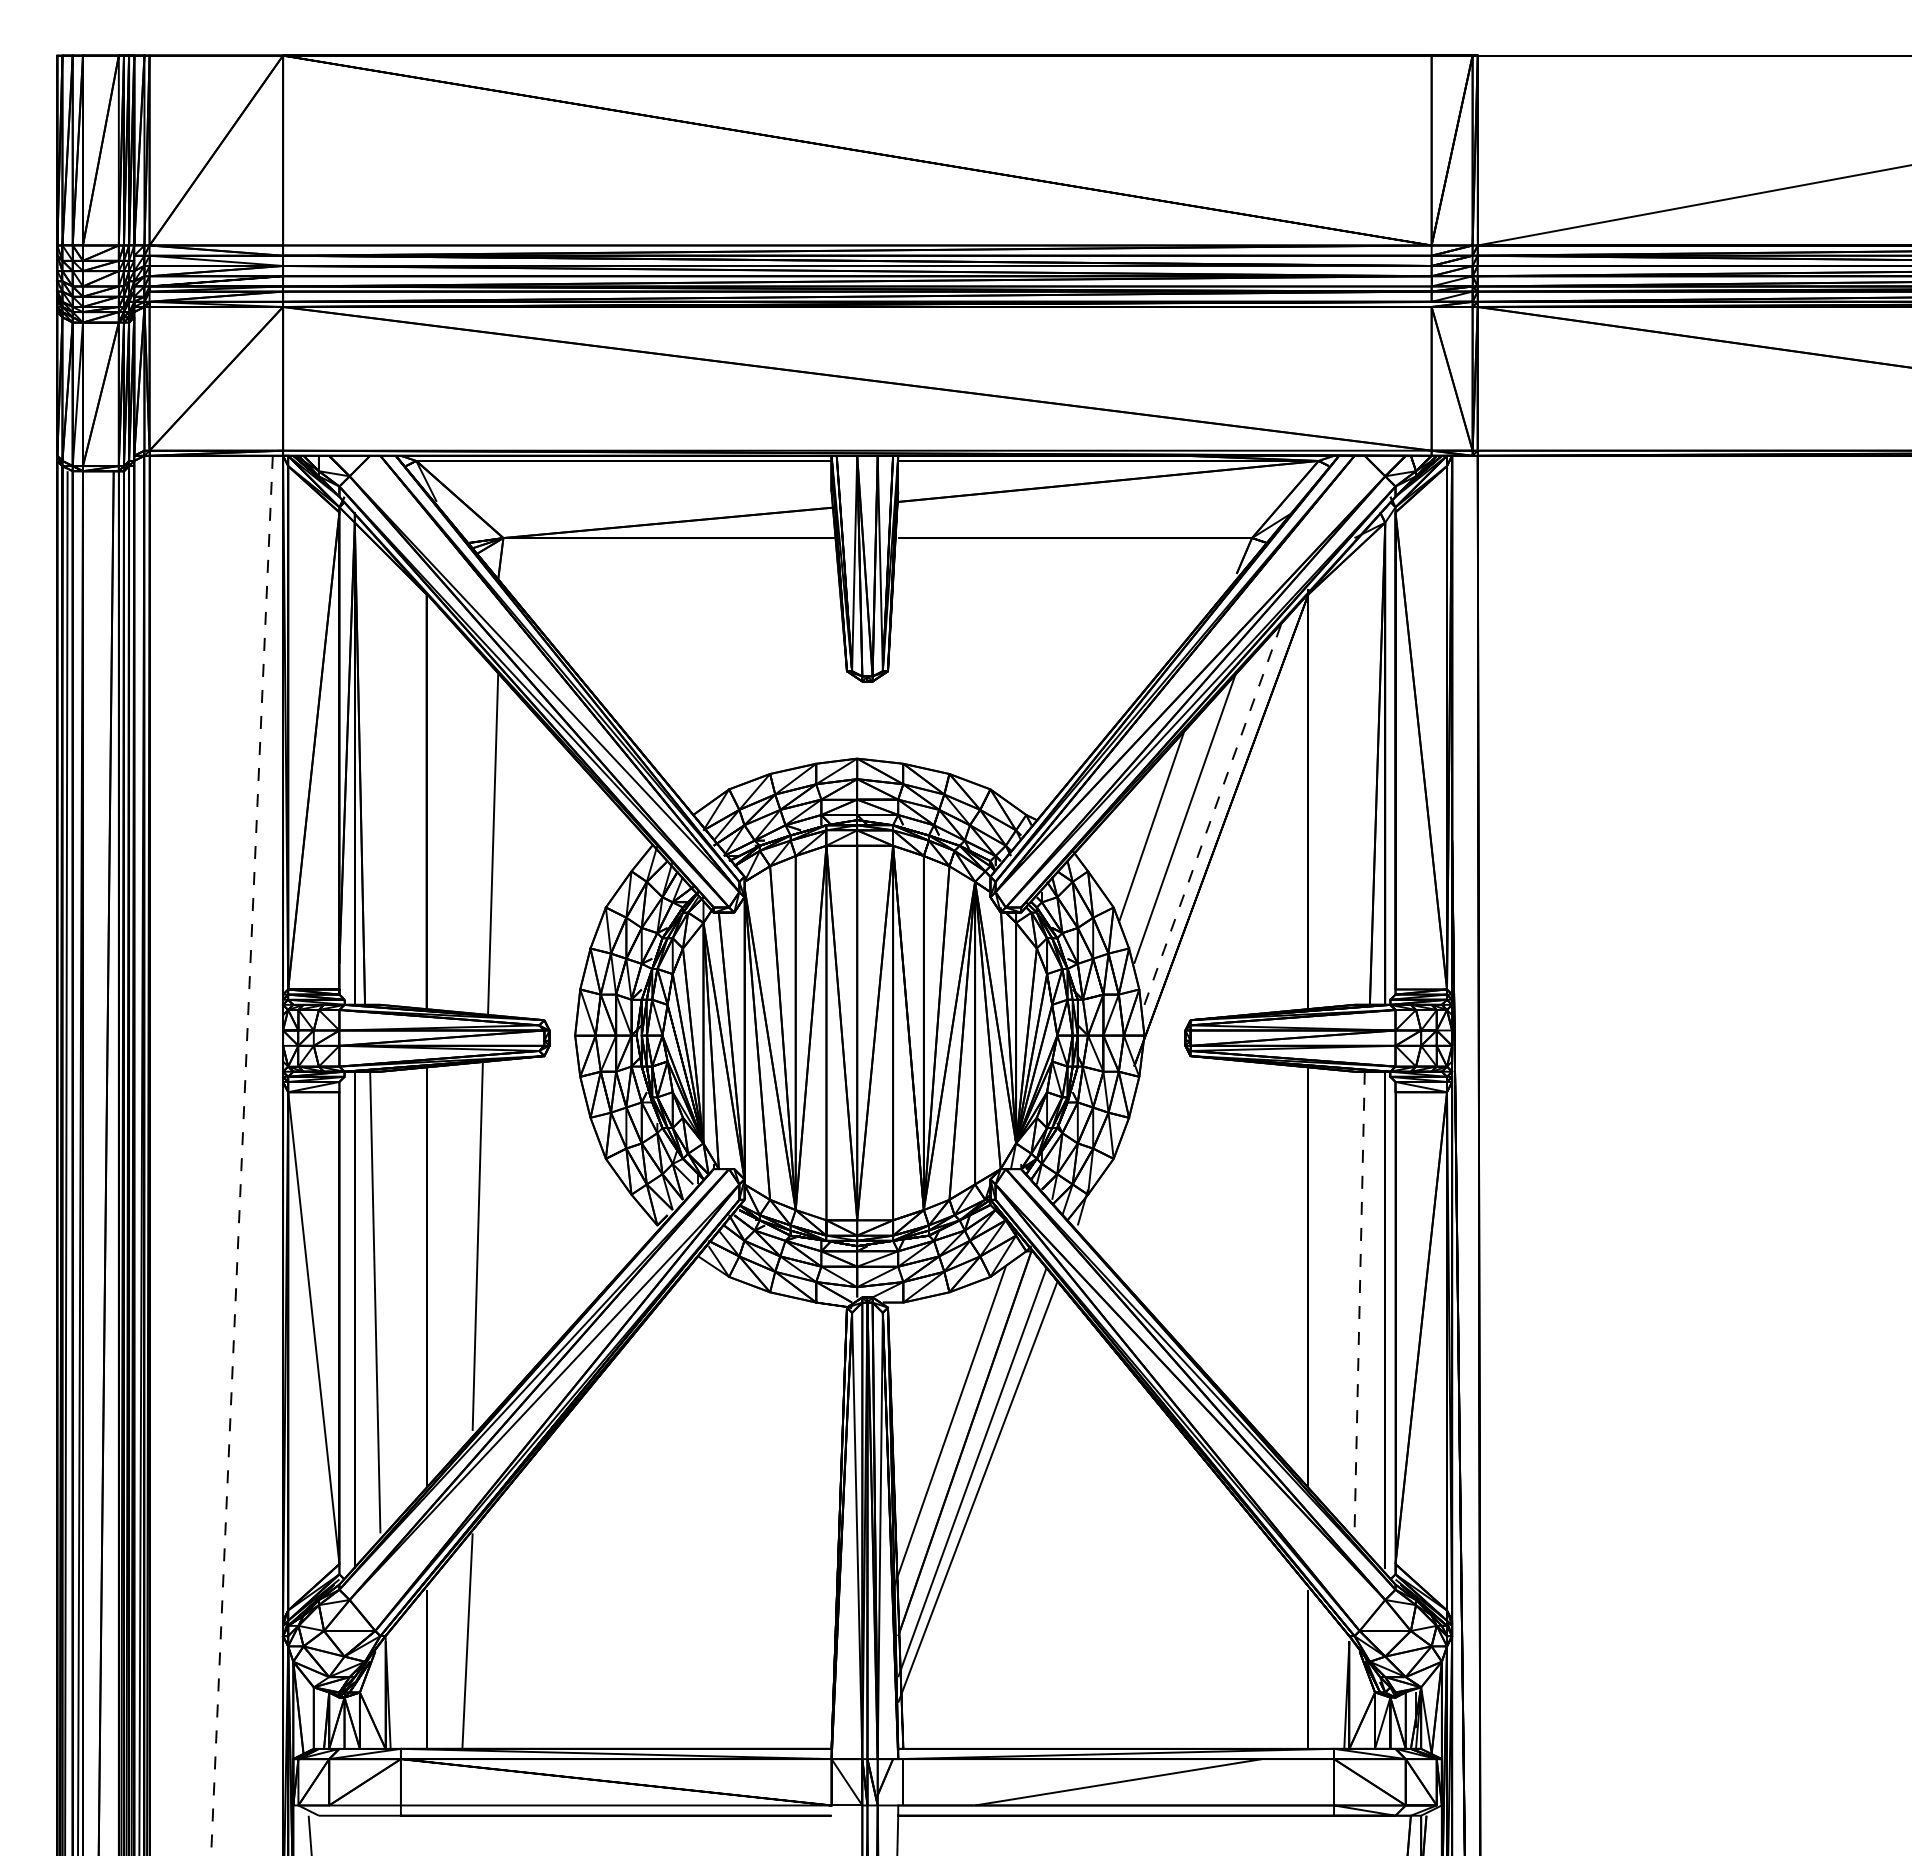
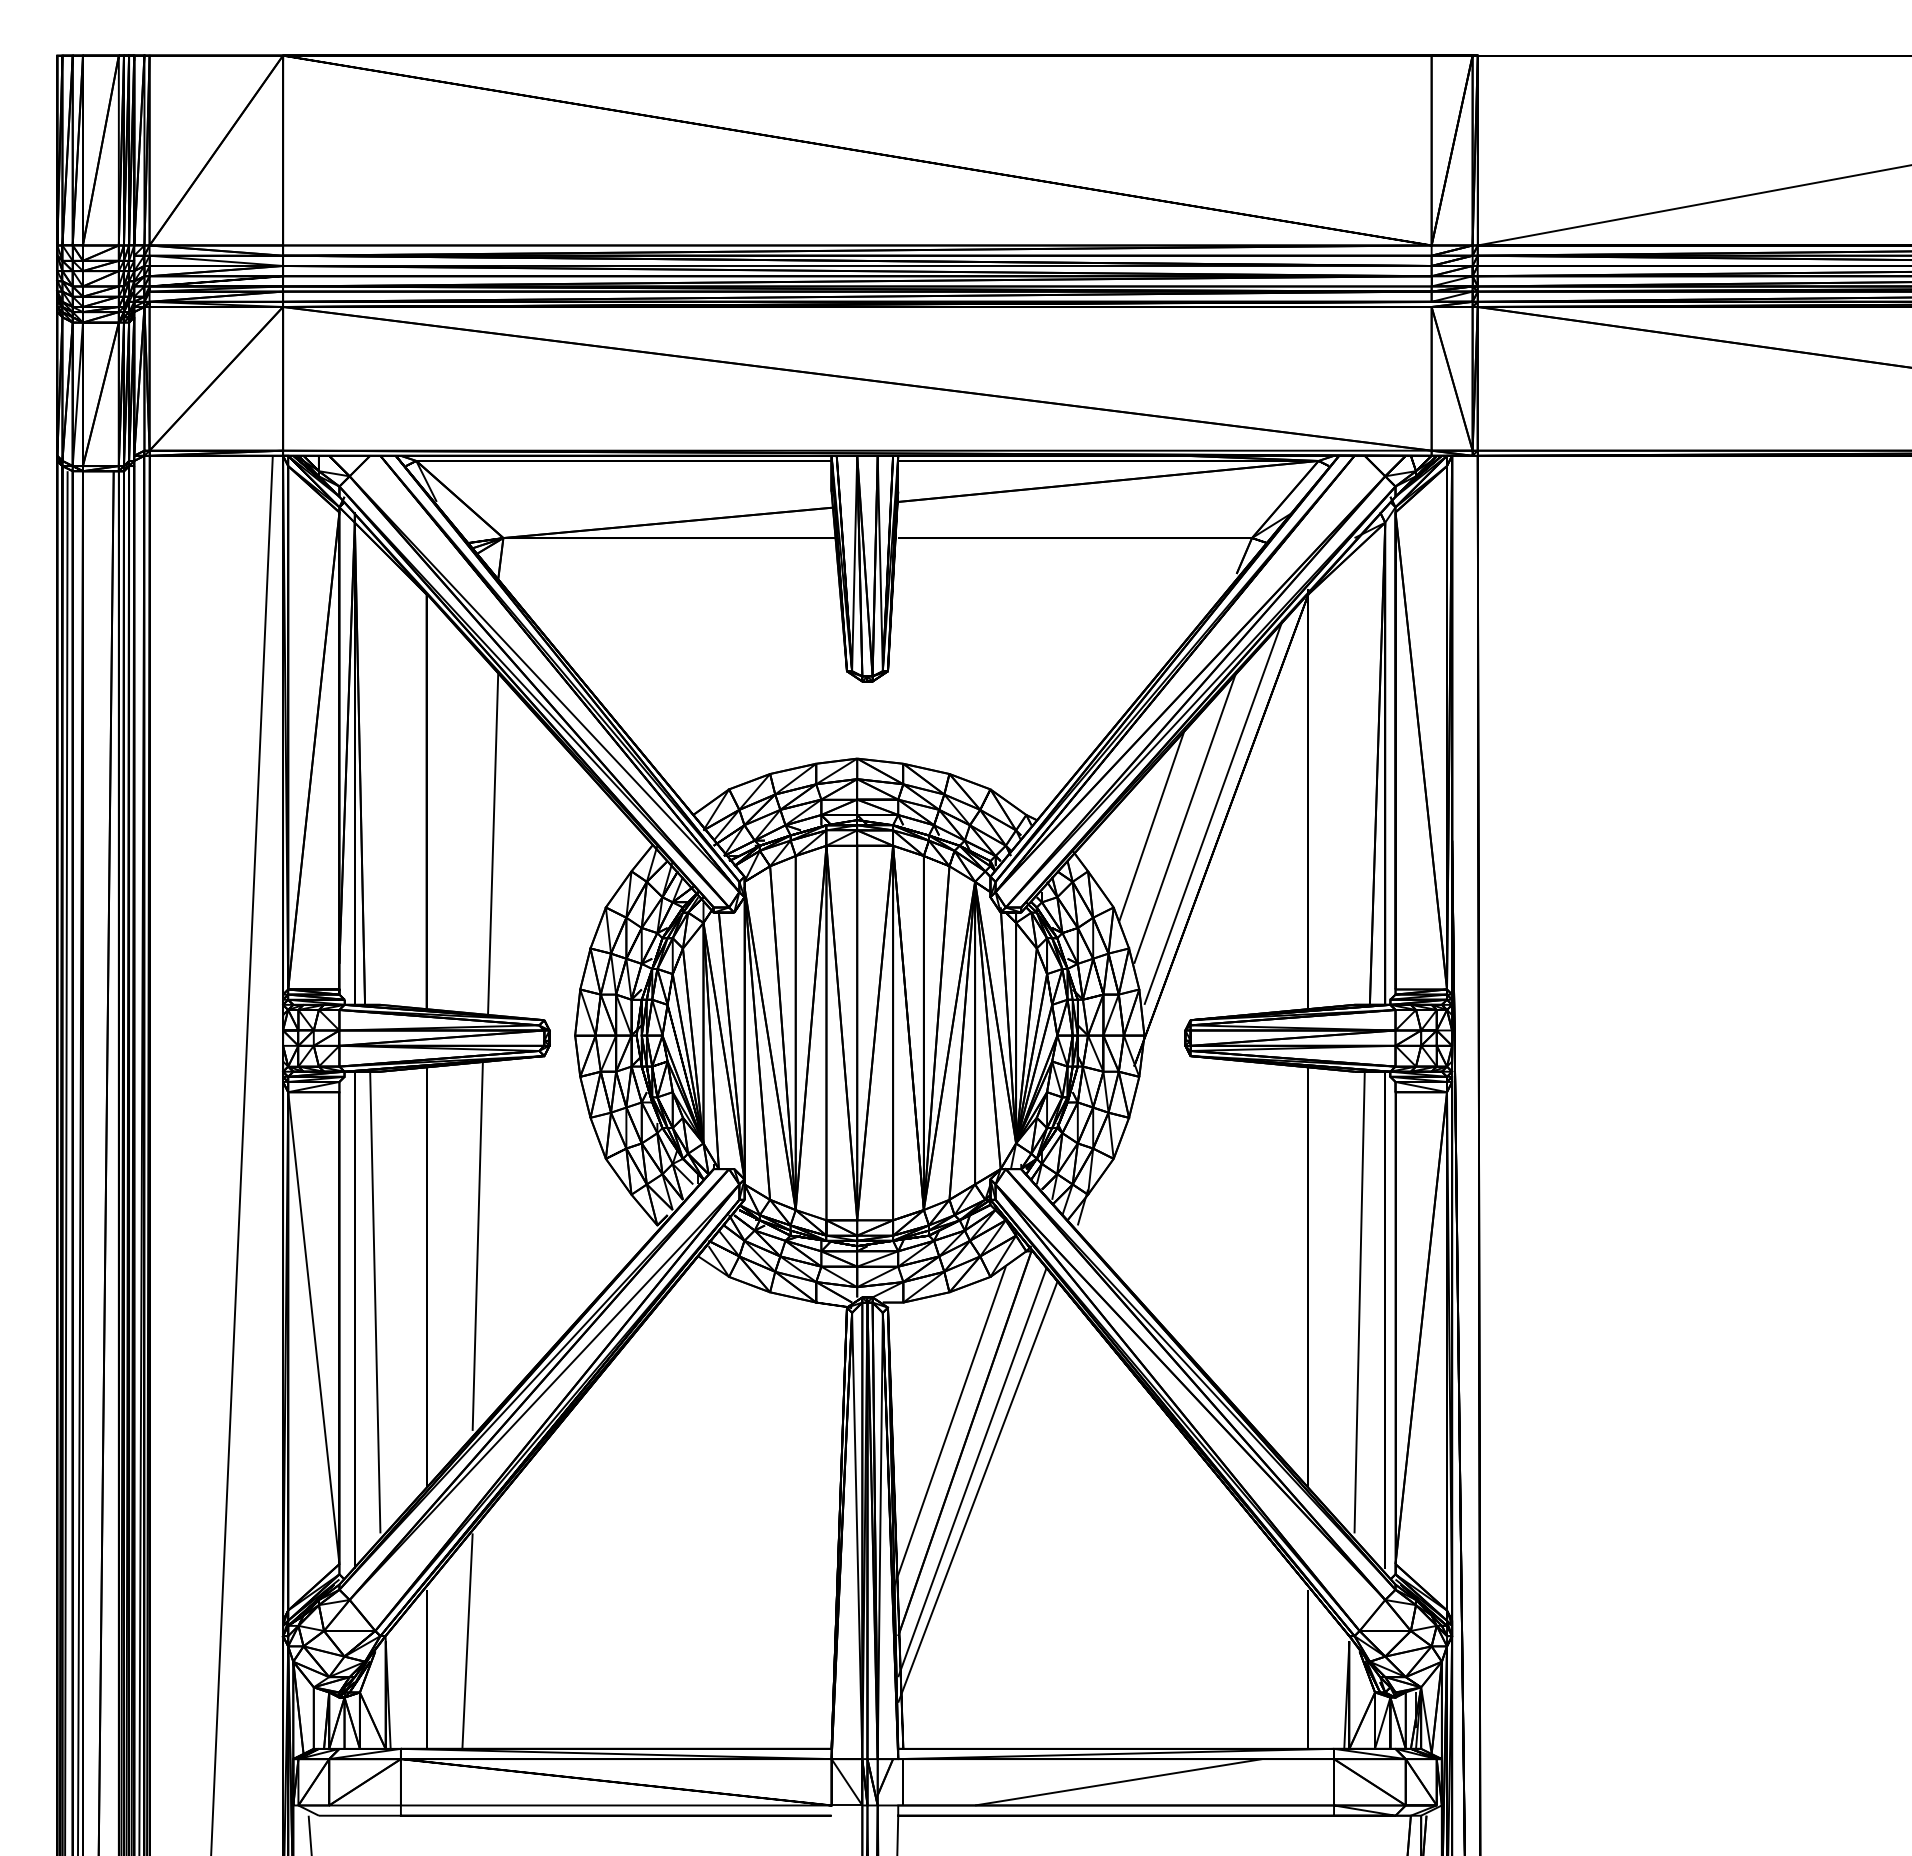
line at (1213, 811): dashed -> solid
line at (241, 1155): dashed -> solid
line at (1359, 1302): dashed -> solid
